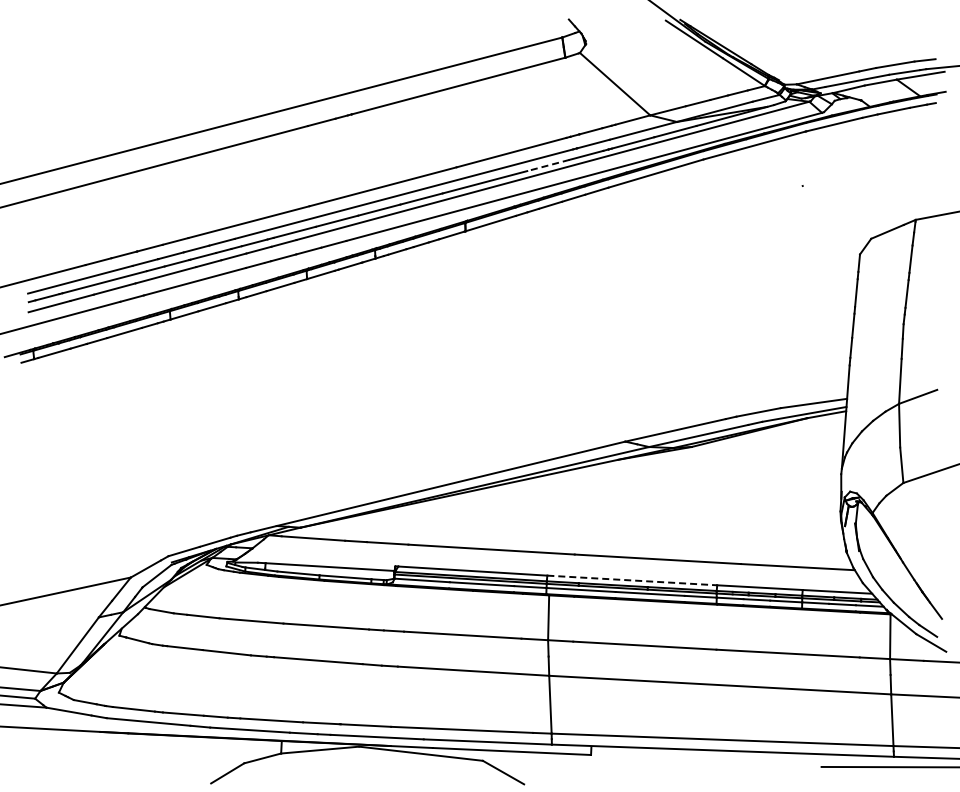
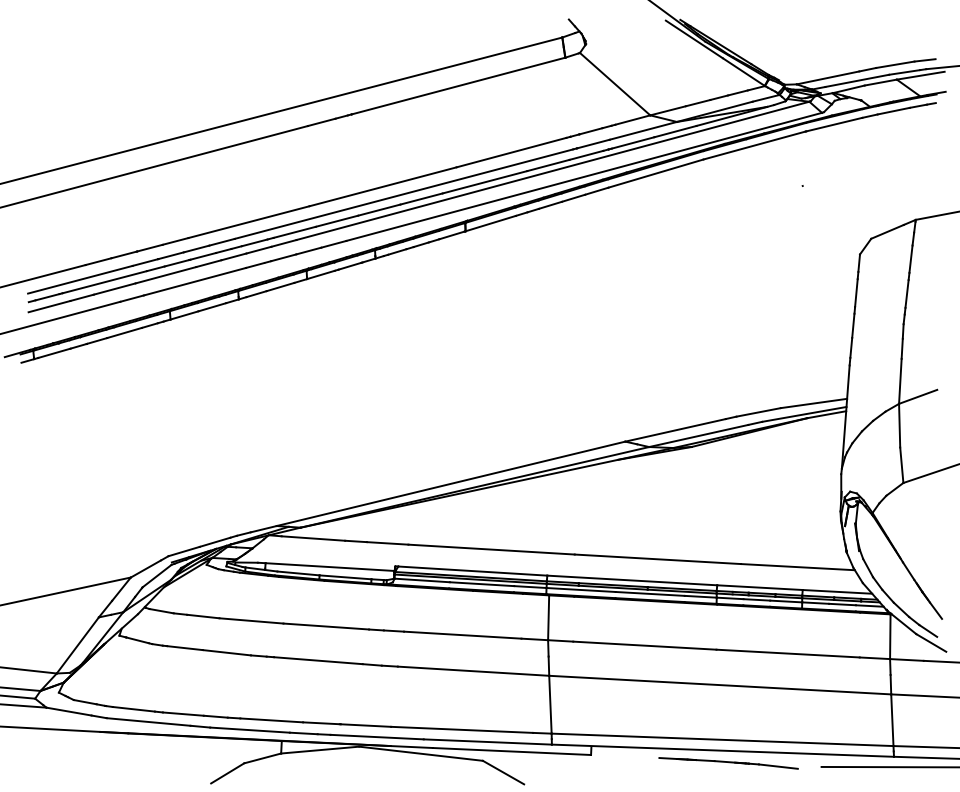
line at (548, 165): dashed -> solid
line at (632, 580): dashed -> solid
part at (728, 763): none -> present
